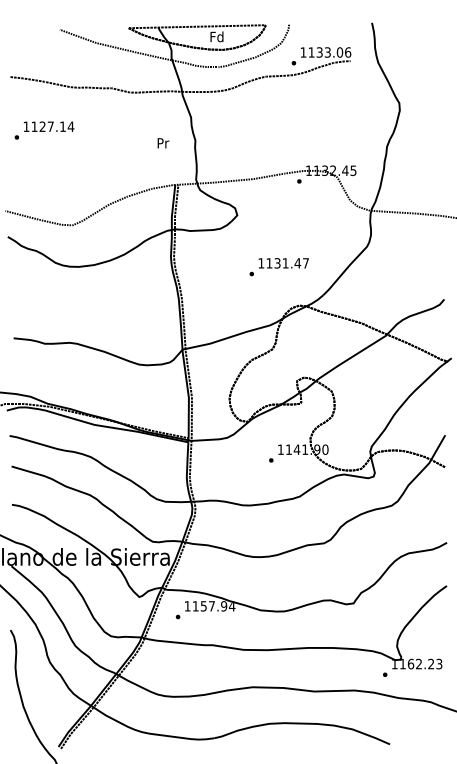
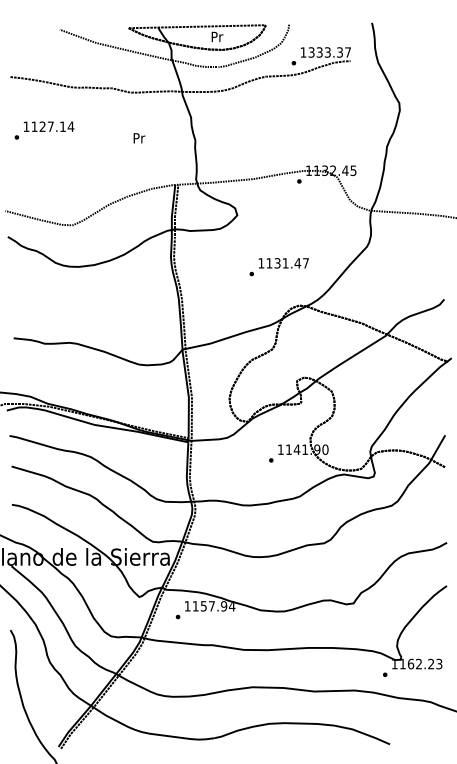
text at (216, 36): Fd -> Pr
text at (329, 52): 1133.06 -> 1333.37
text at (163, 143) position: (163, 143) -> (139, 138)
